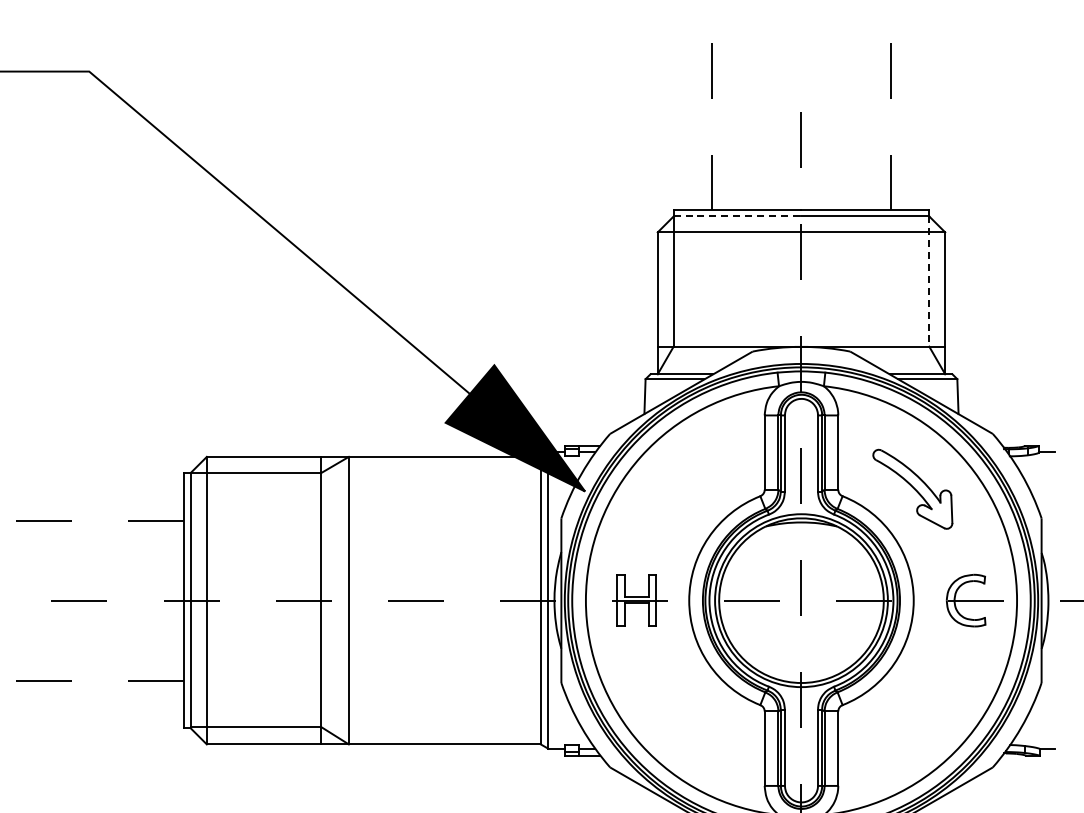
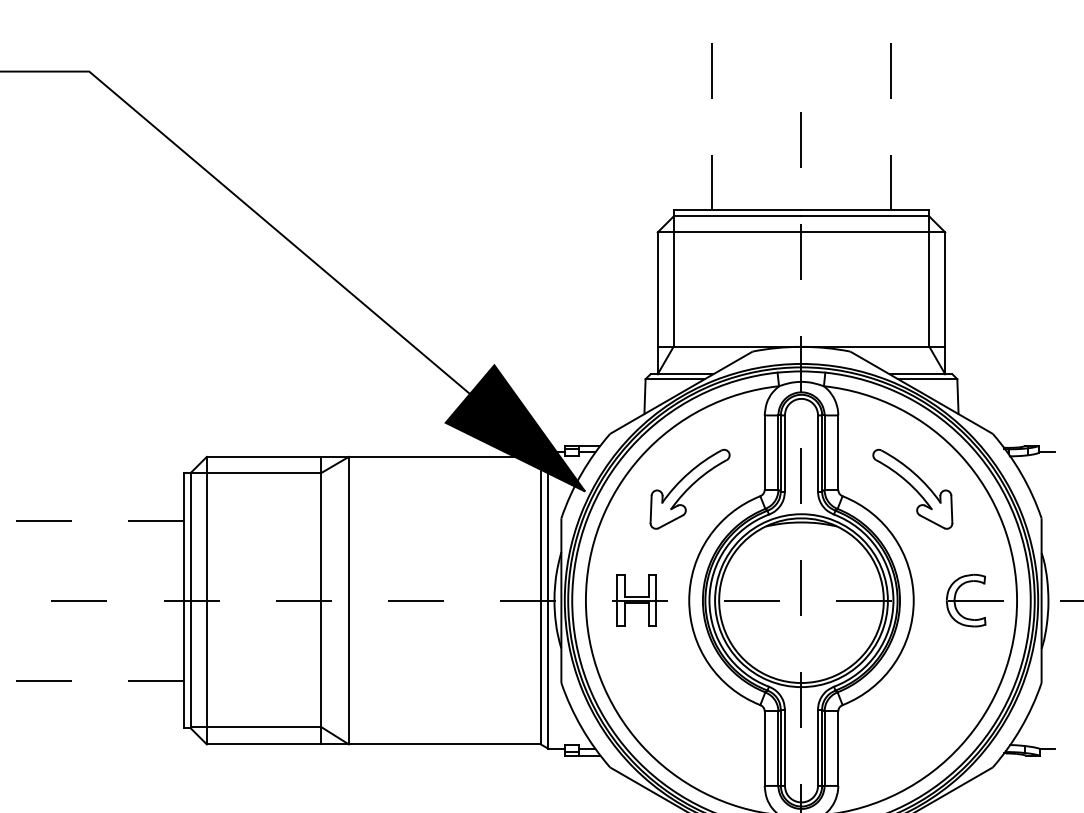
line at (737, 216): dashed -> solid
line at (929, 282): dashed -> solid
part at (689, 488): none -> present
